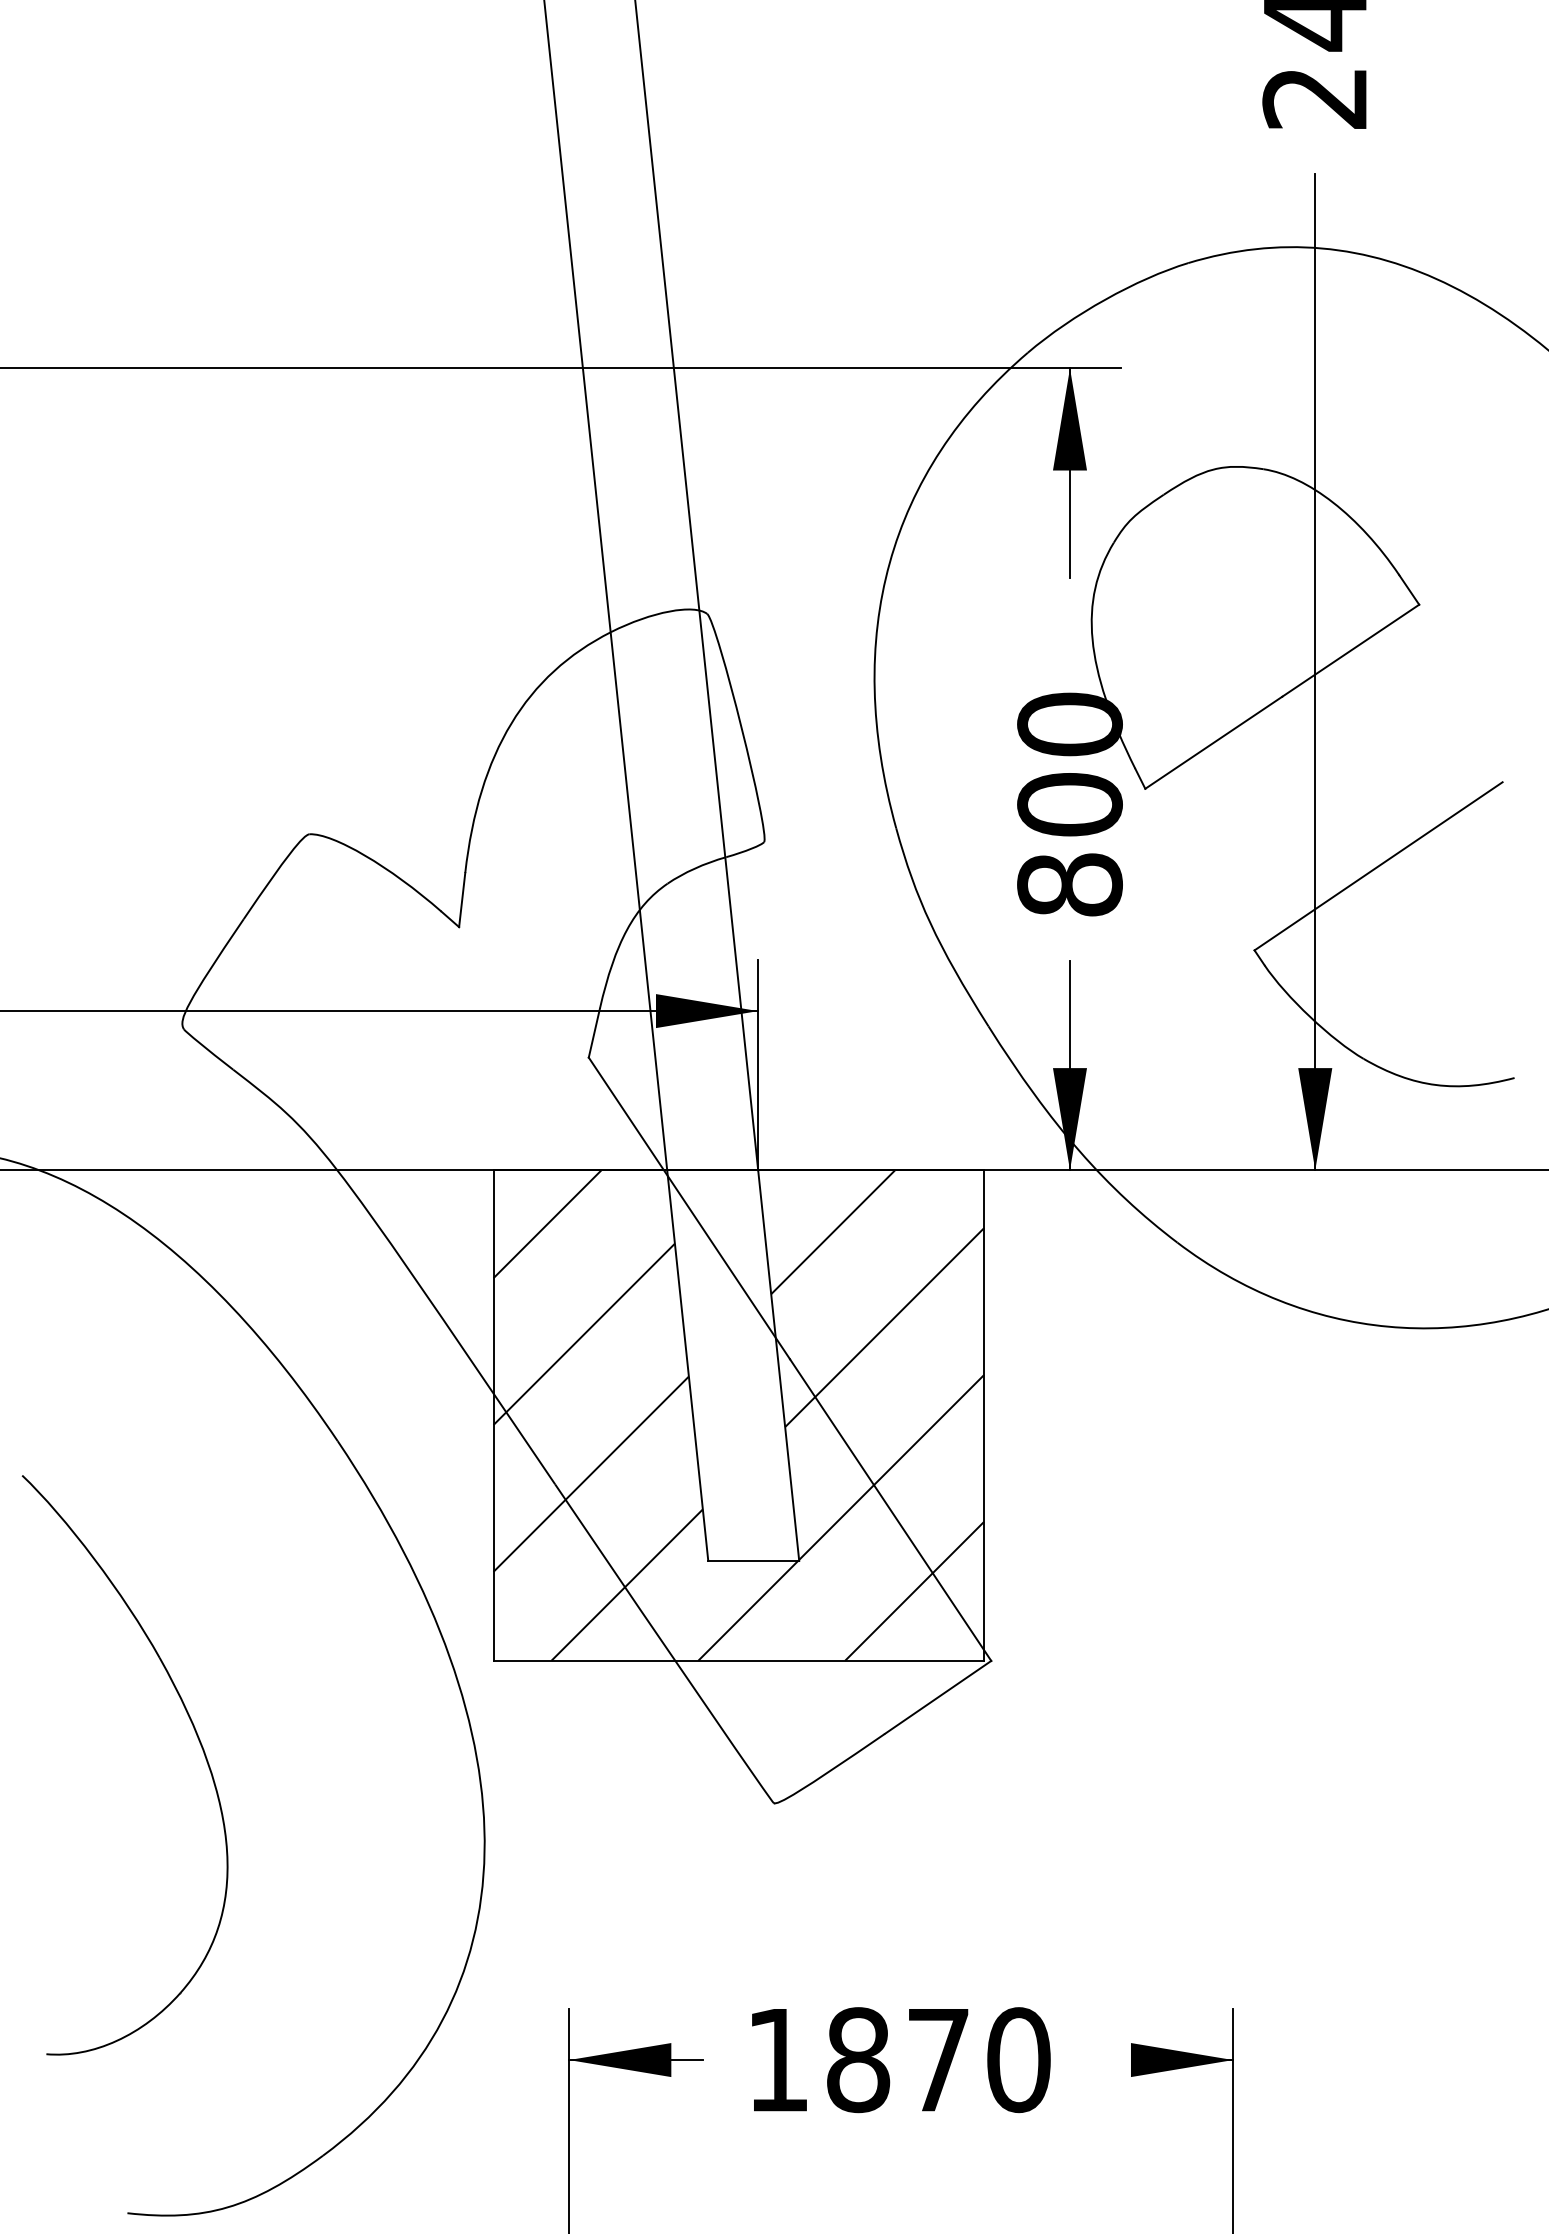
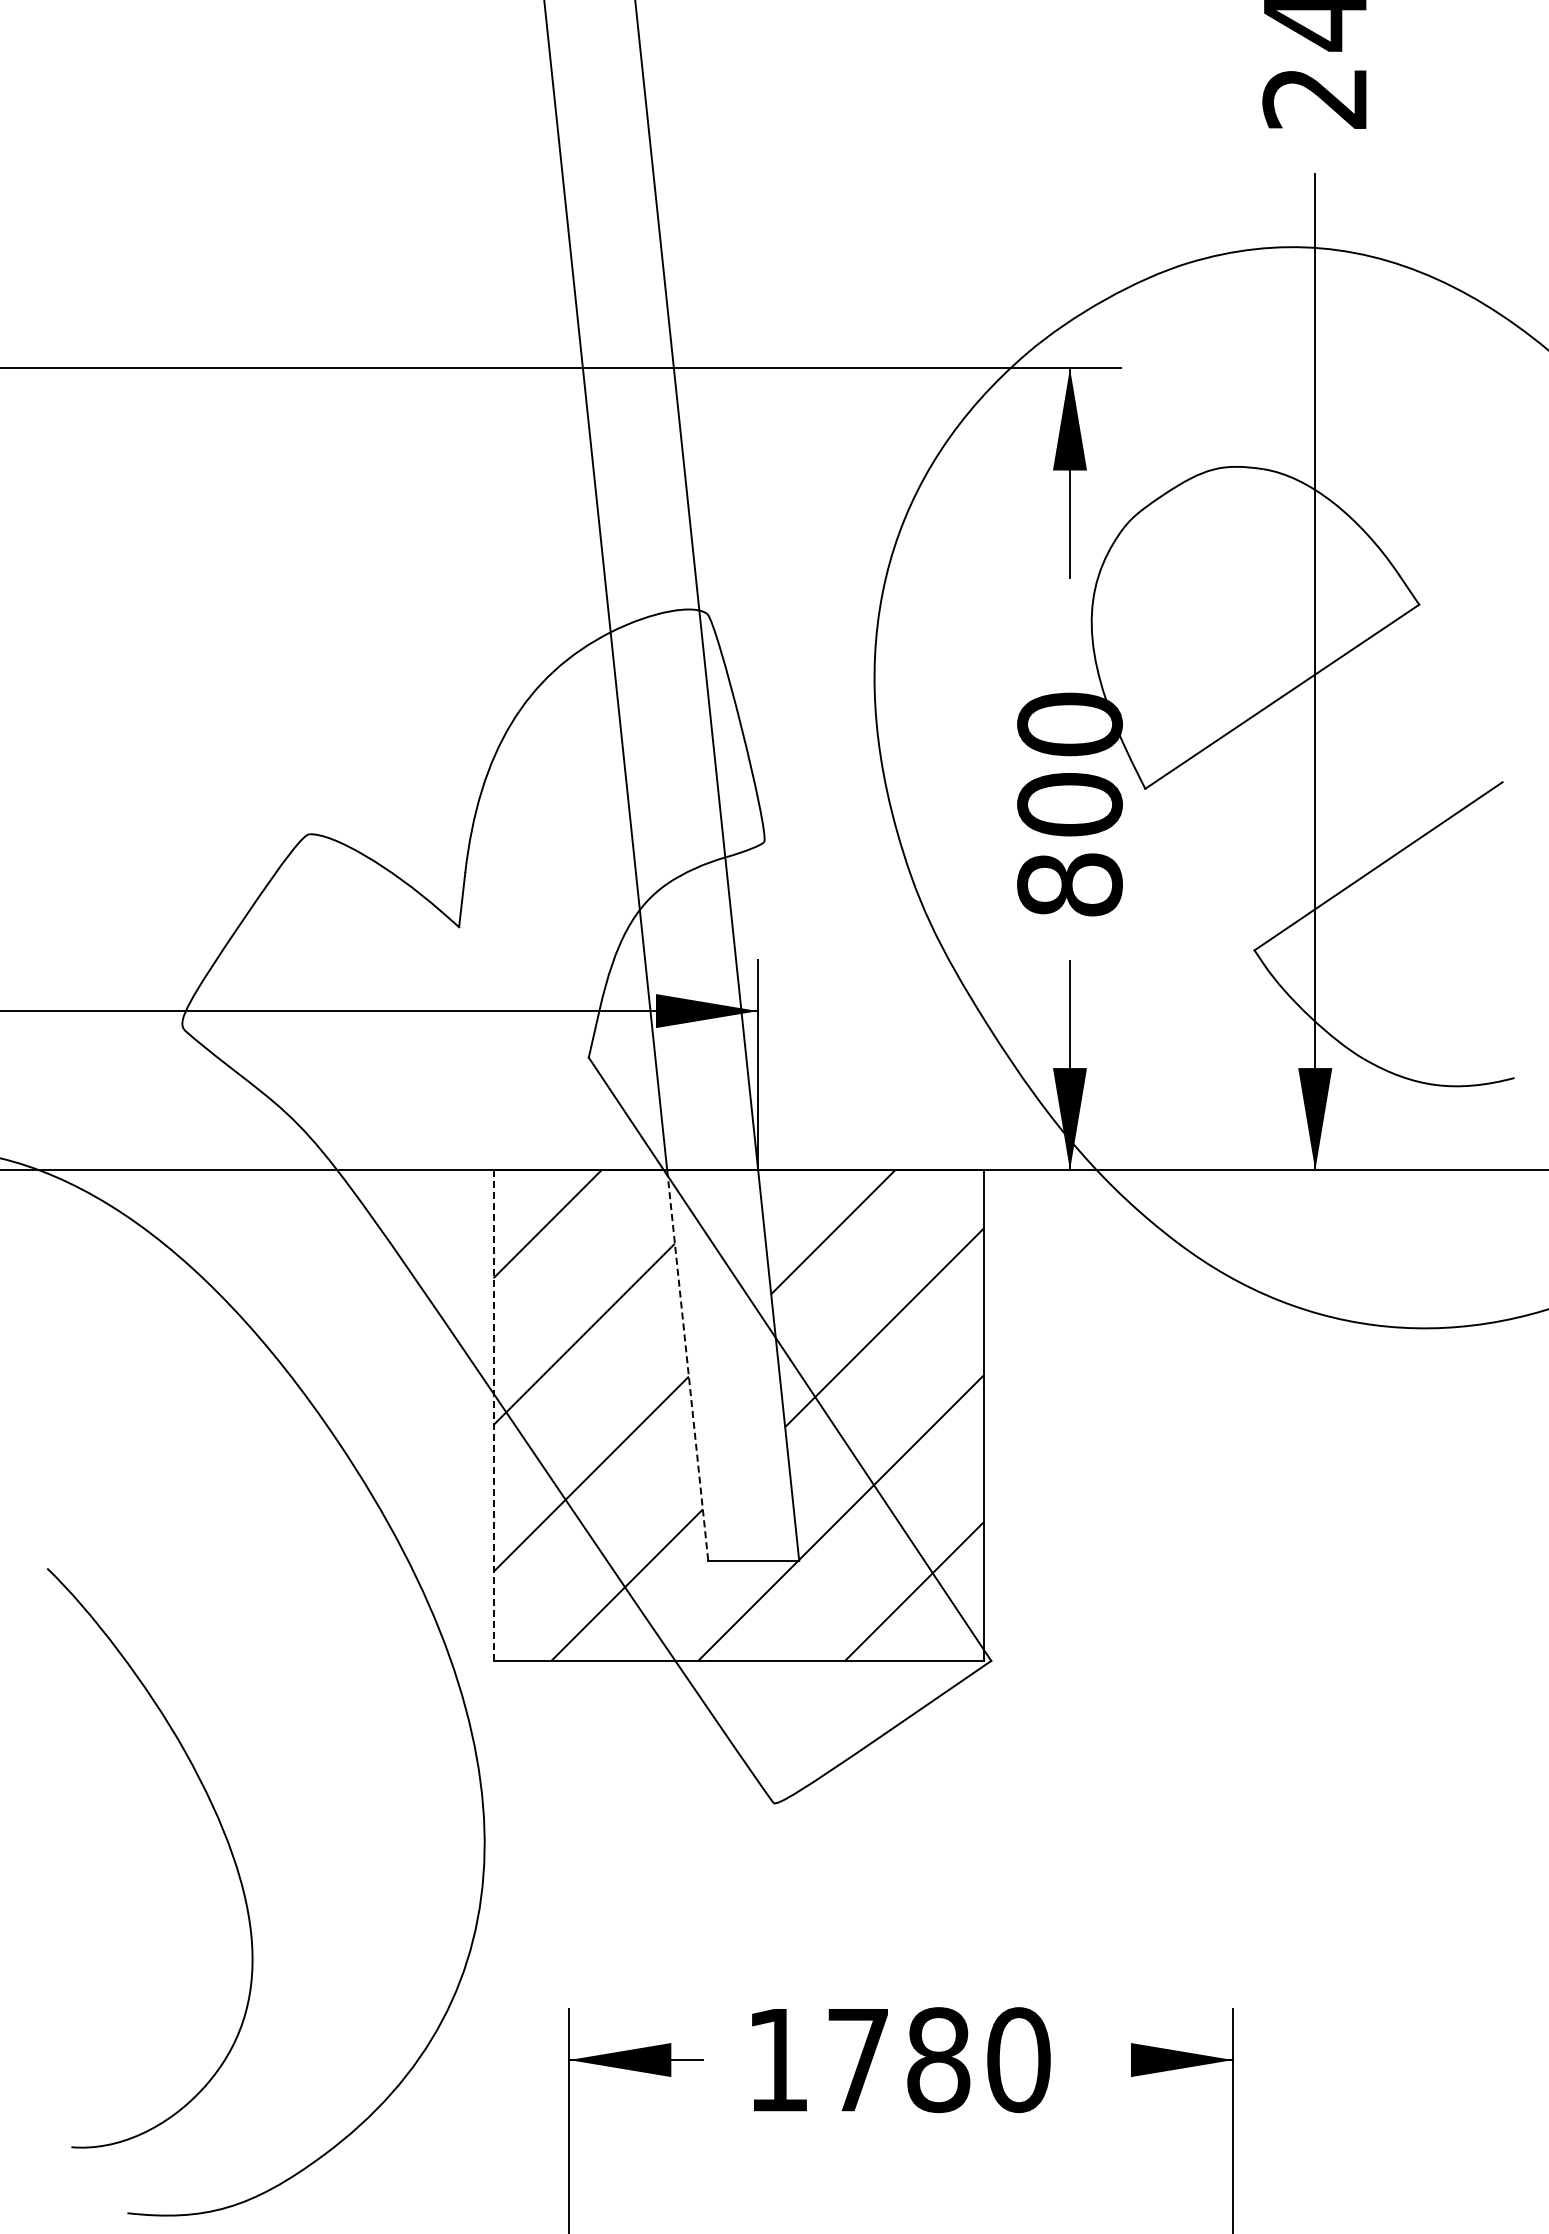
line at (687, 1366): solid -> dashed
line at (493, 1416): solid -> dashed
part at (194, 1731) position: (194, 1731) -> (219, 1824)
text at (898, 2060): 1870 -> 1780
